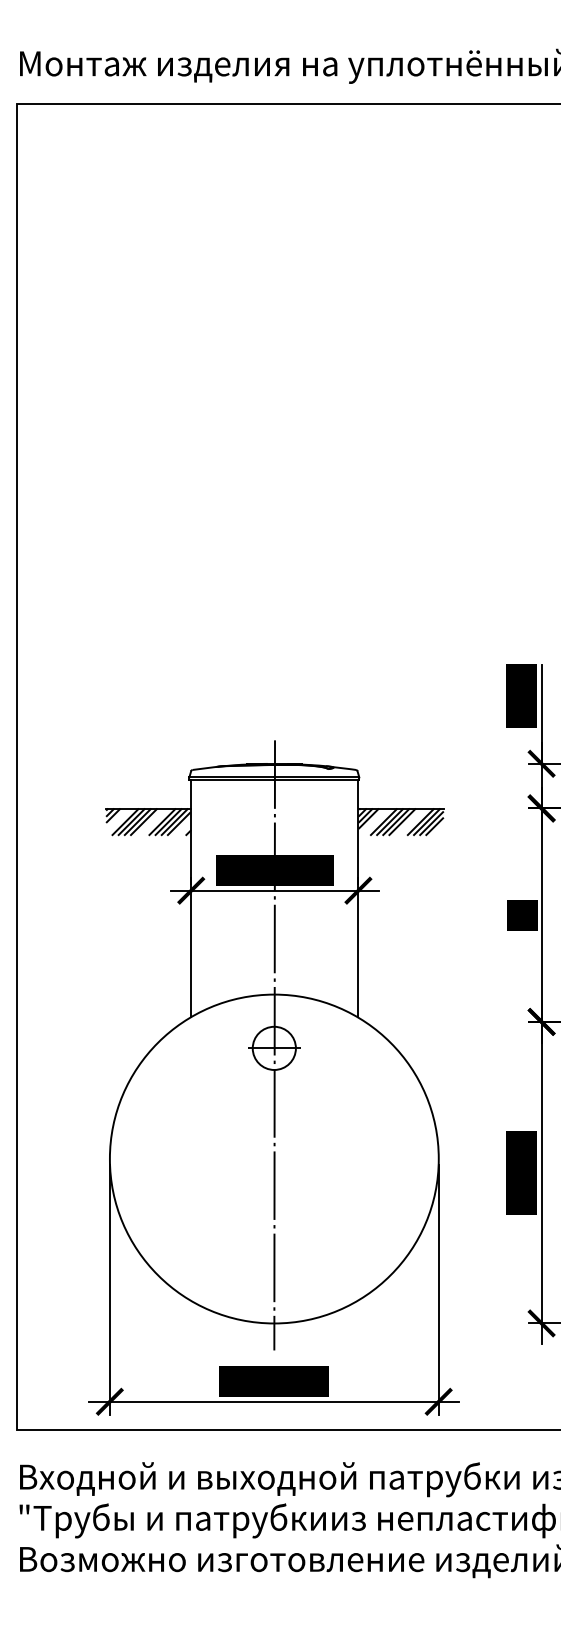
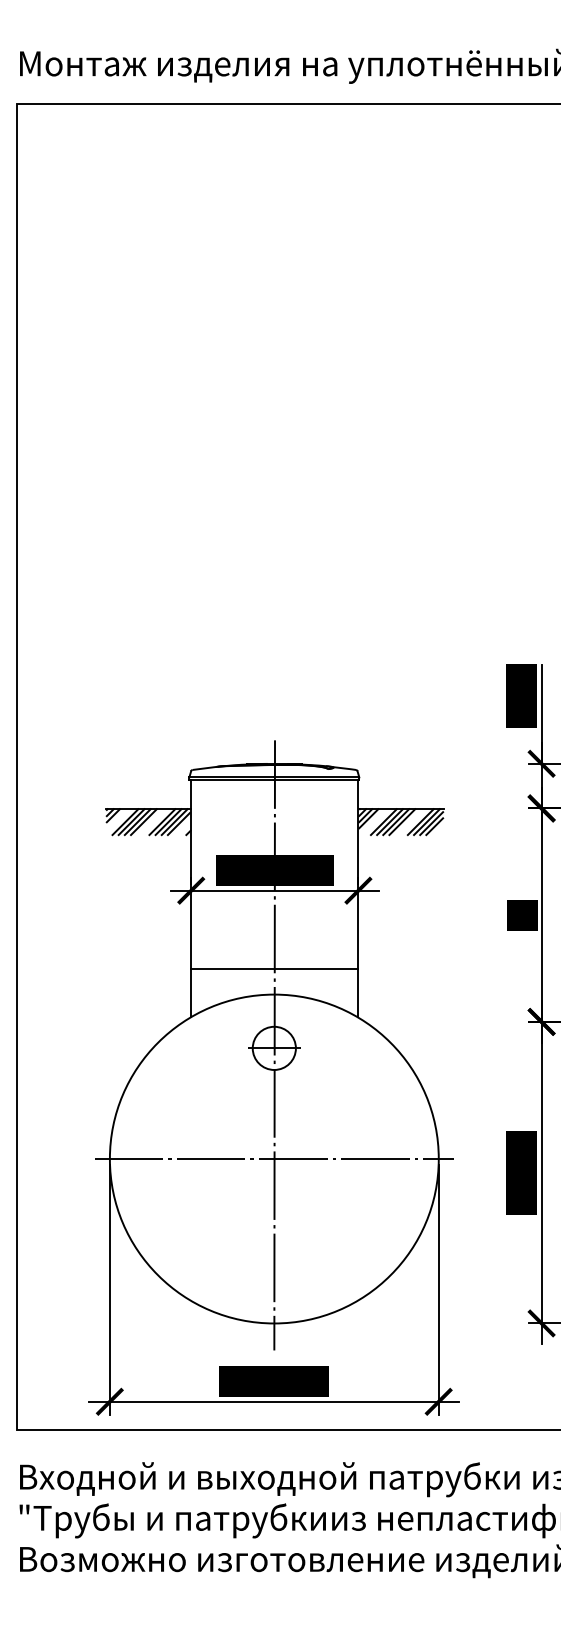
line at (273, 969): none -> present
line at (274, 1159): none -> present
